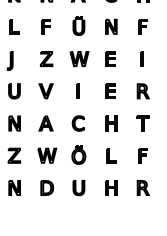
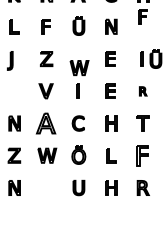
part at (142, 26) position: (142, 26) -> (142, 16)
part at (155, 58): none -> present
part at (79, 59) position: (79, 59) -> (79, 68)
part at (14, 91): present -> none
part at (142, 91) size: 14x17 px -> 9x11 px
part at (45, 123) size: 16x17 px -> 22x23 px
part at (142, 155) size: 10x16 px -> 13x22 px
part at (47, 187): present -> none
